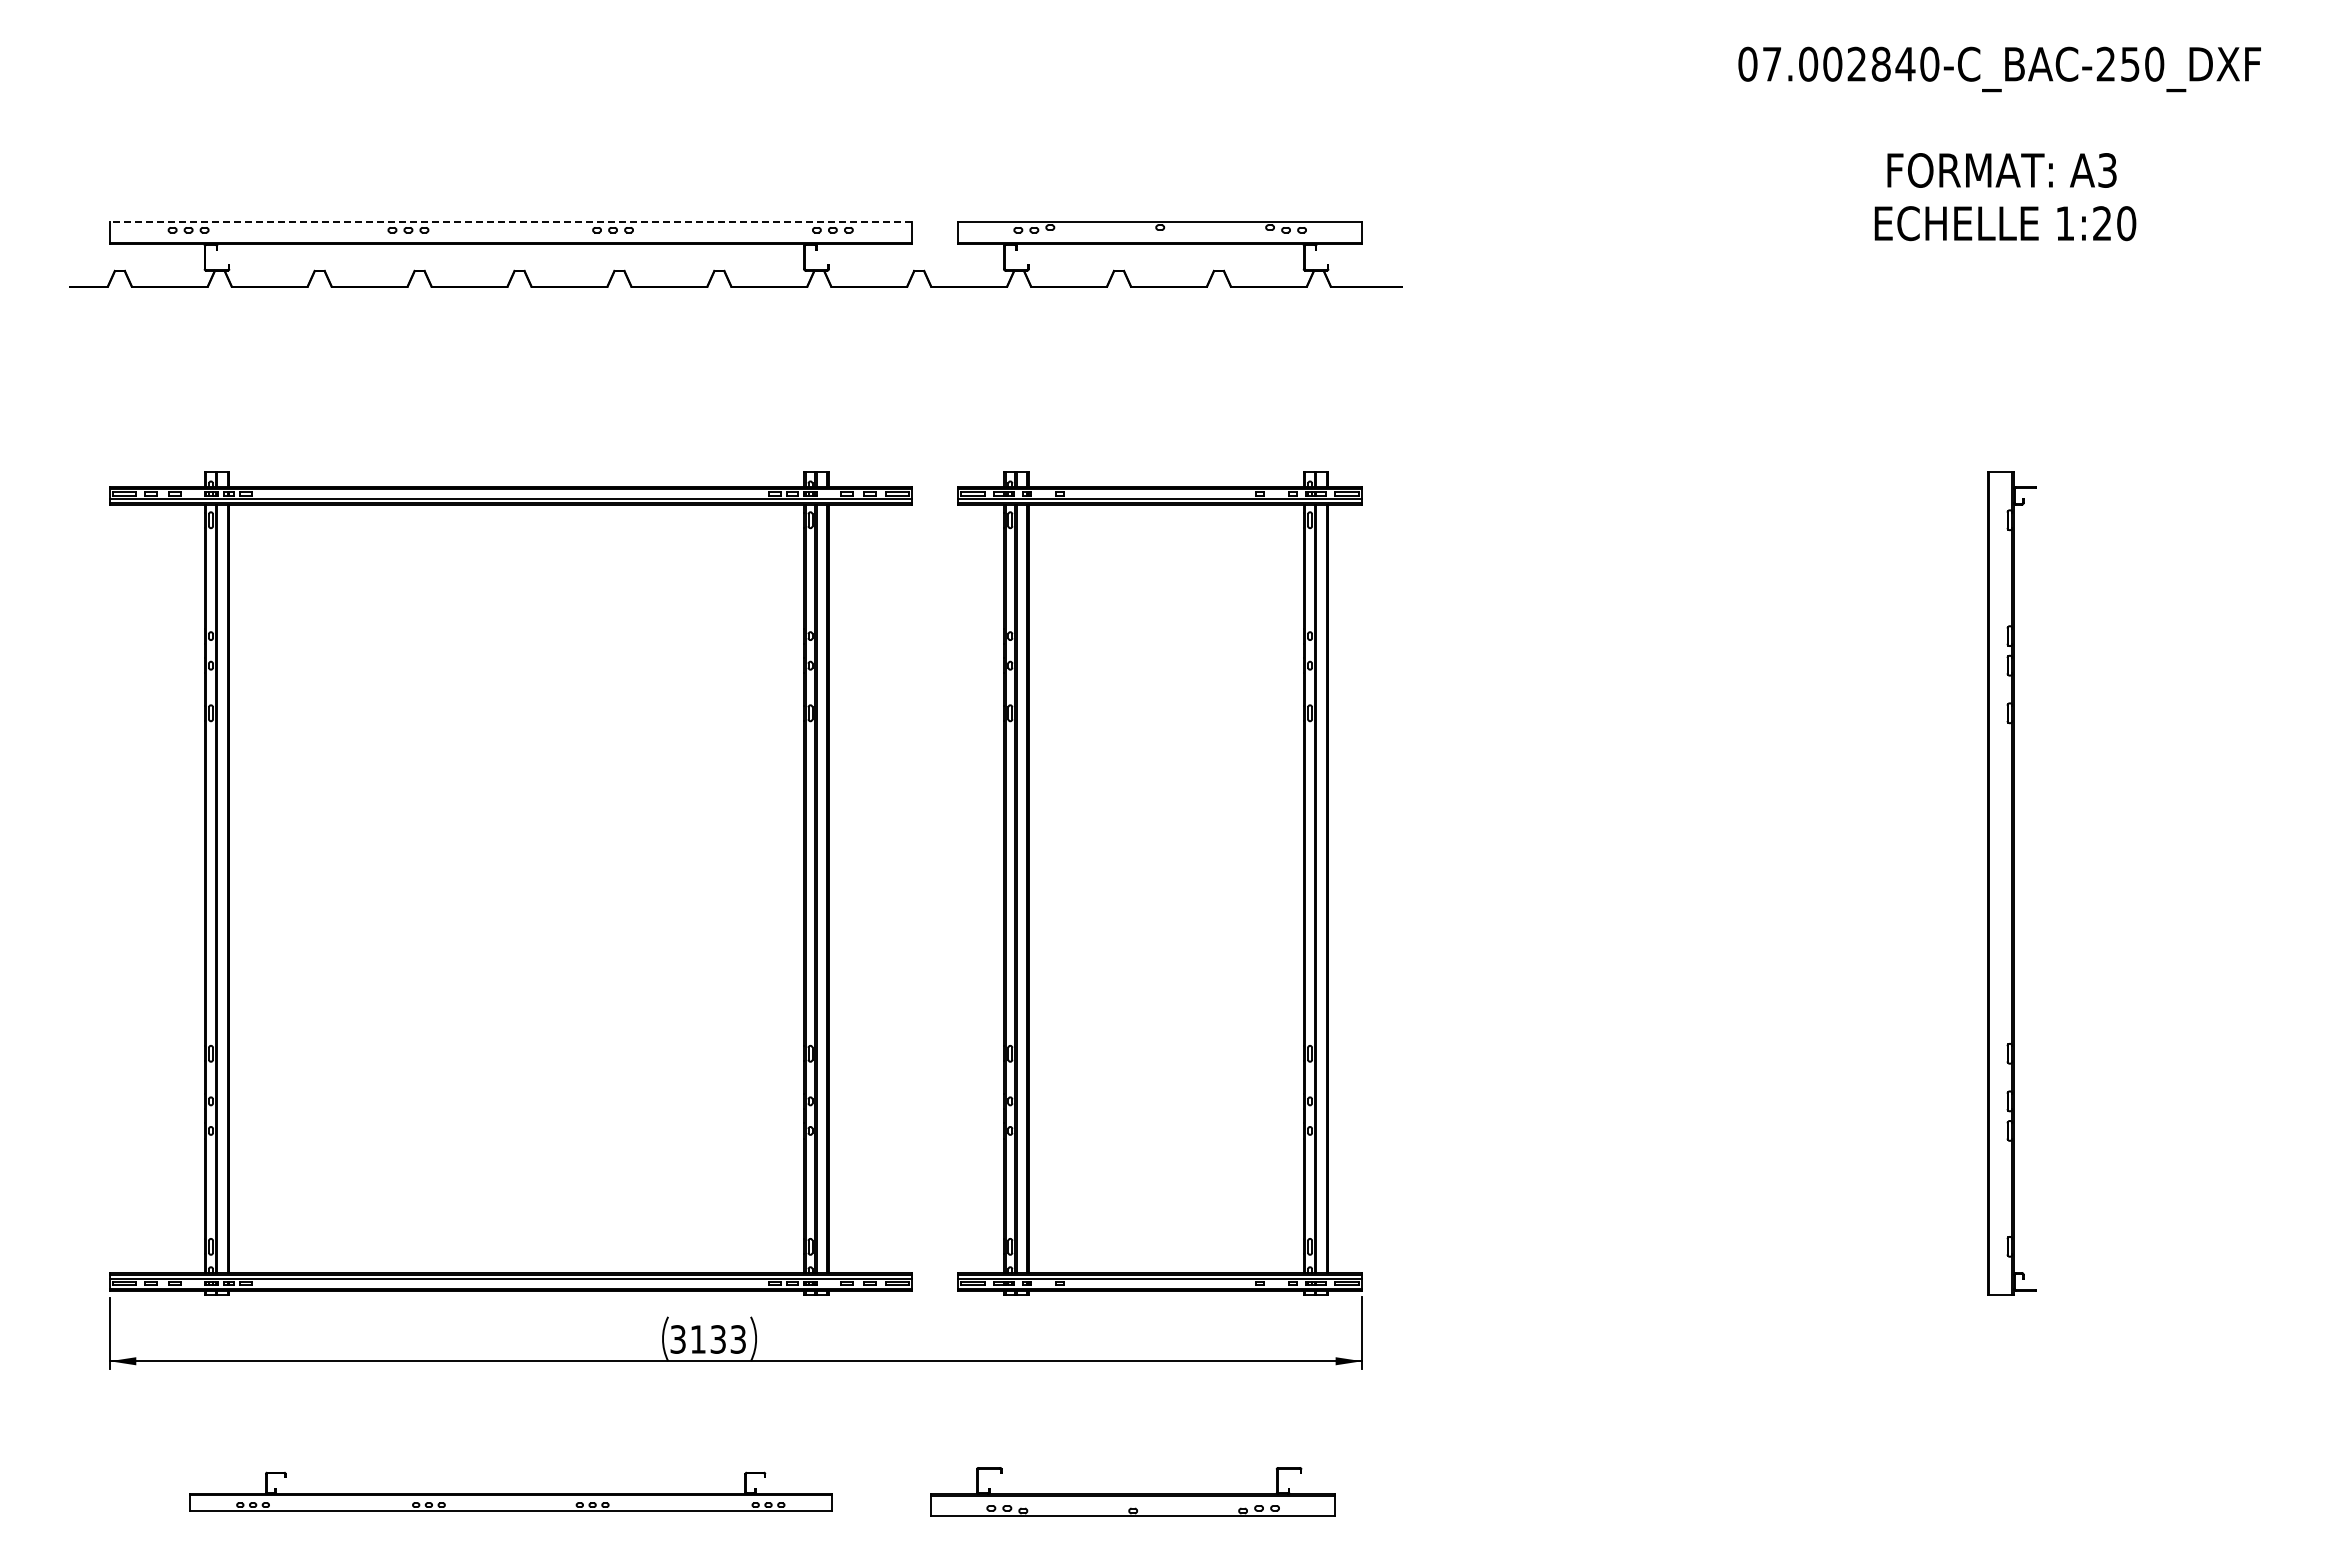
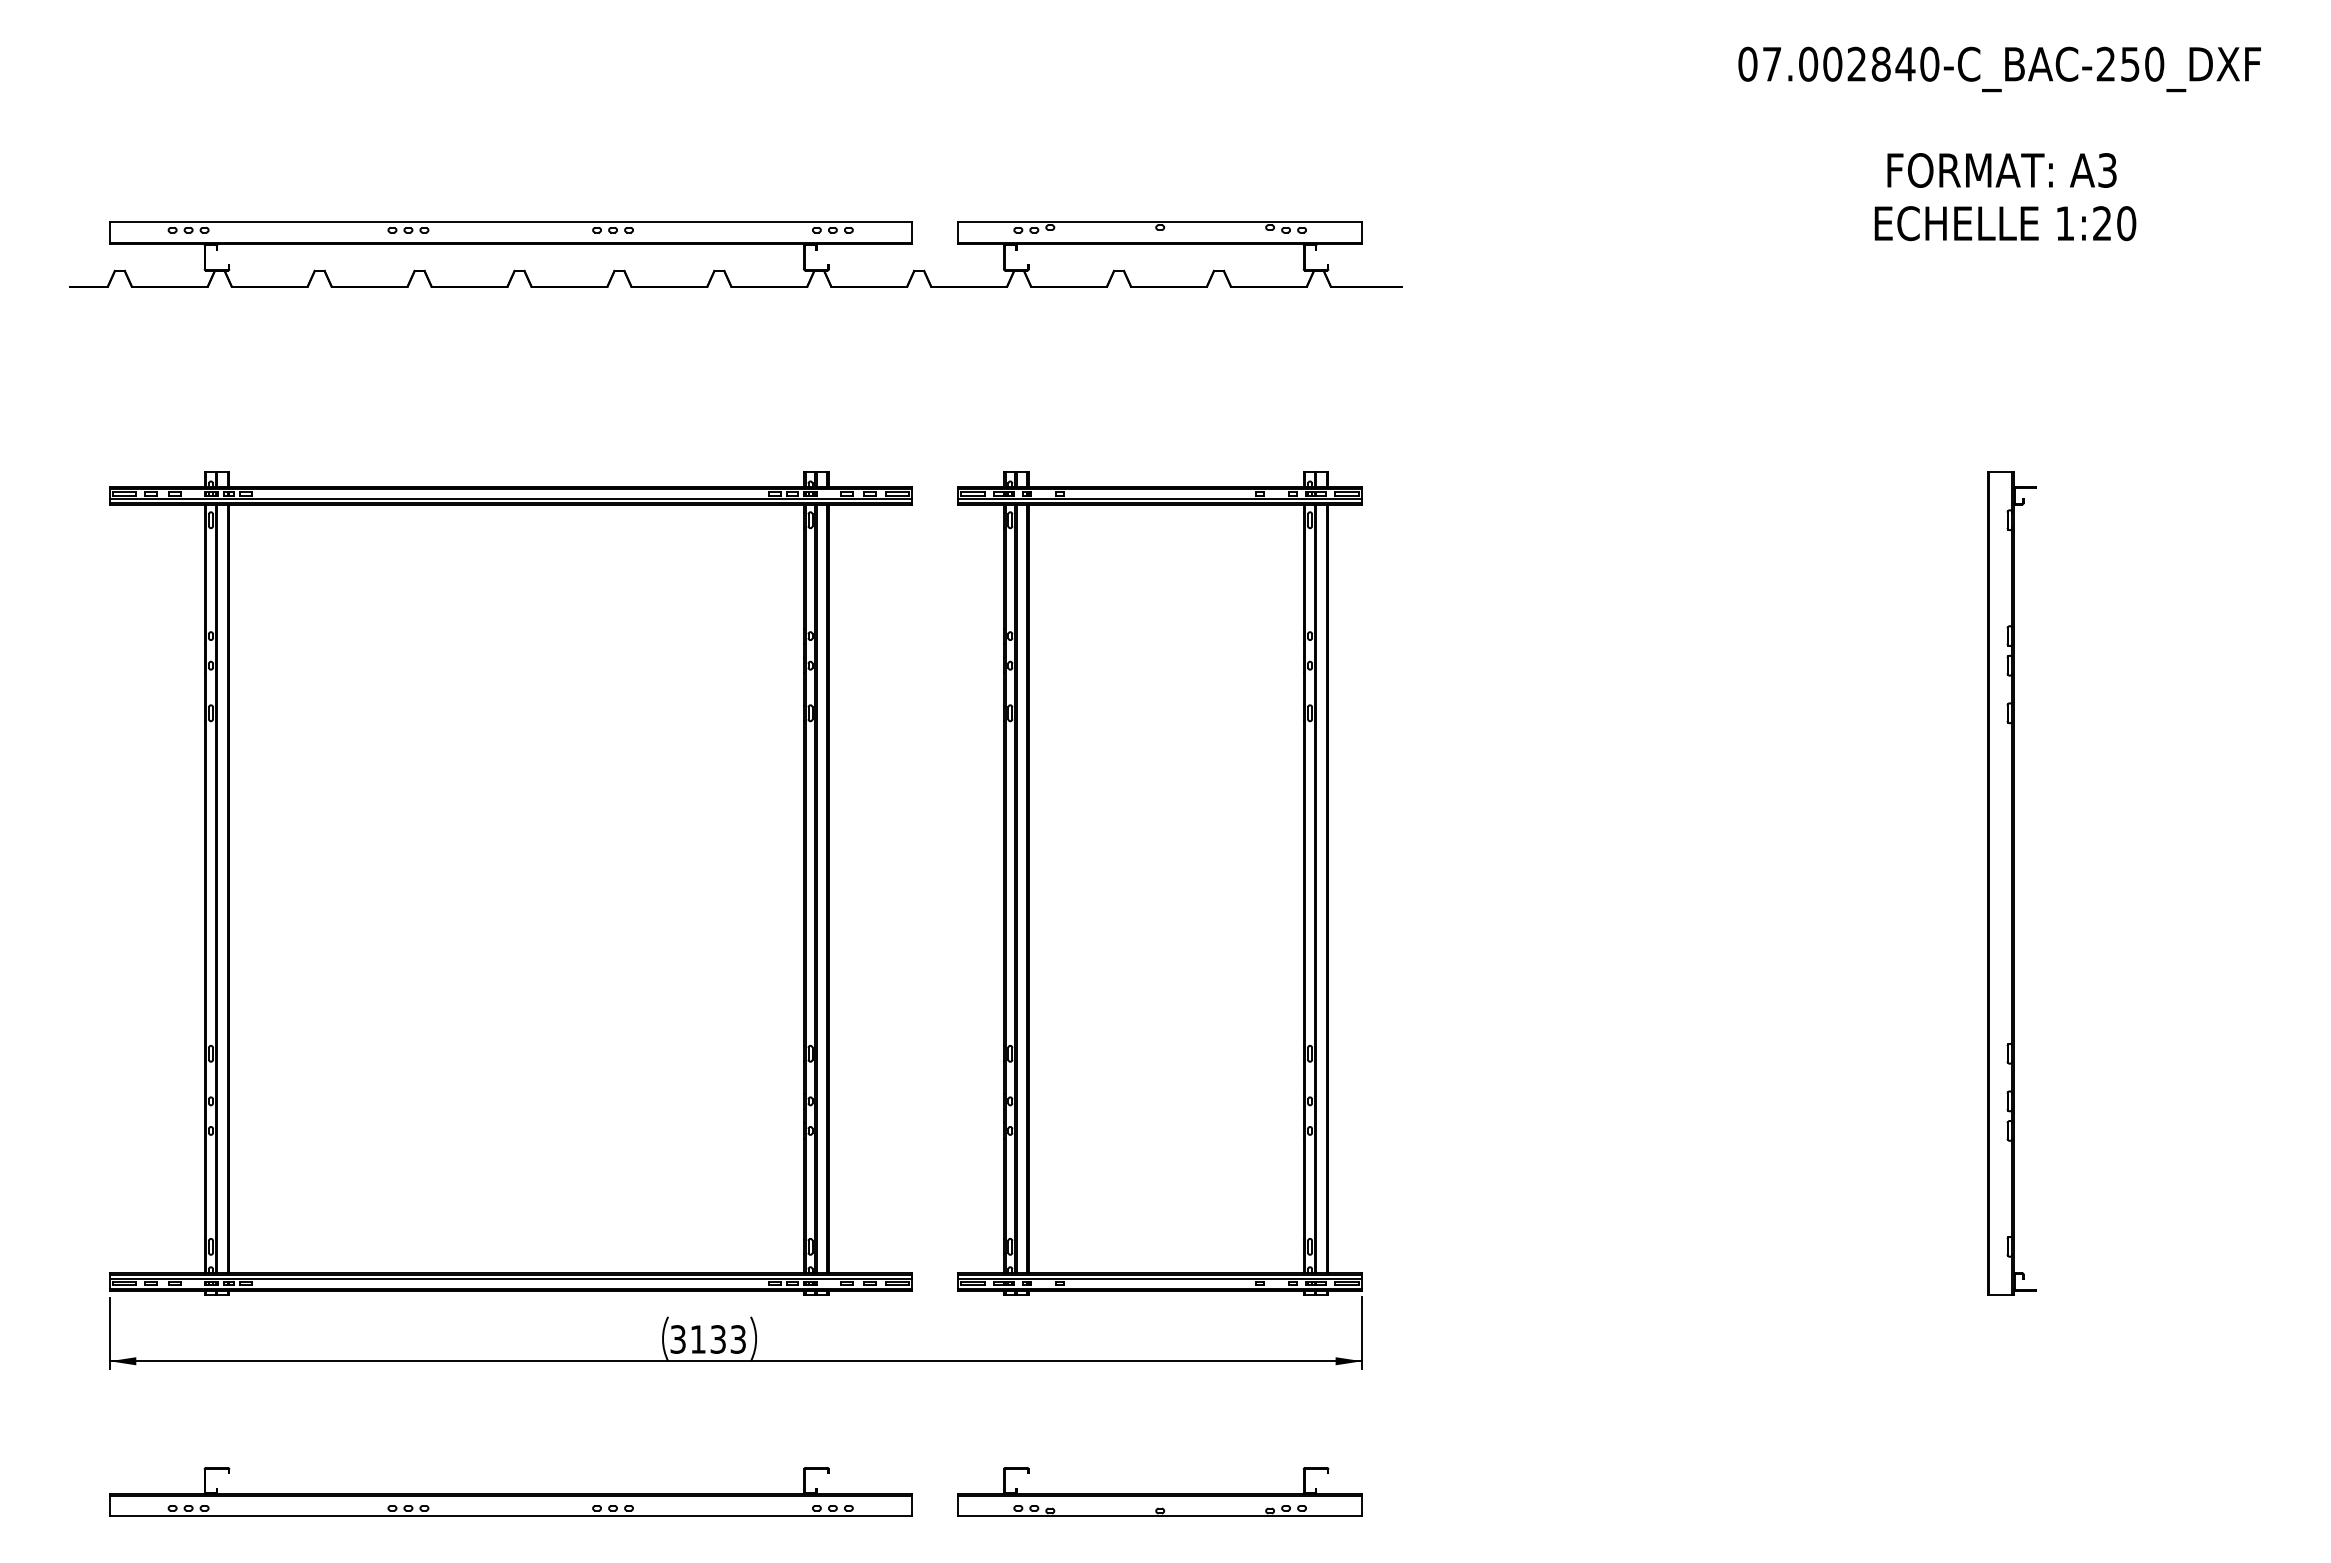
line at (510, 222): dashed -> solid
part at (510, 1491) size: 644x41 px -> 804x50 px
part at (1132, 1491) position: (1132, 1491) -> (1159, 1491)
